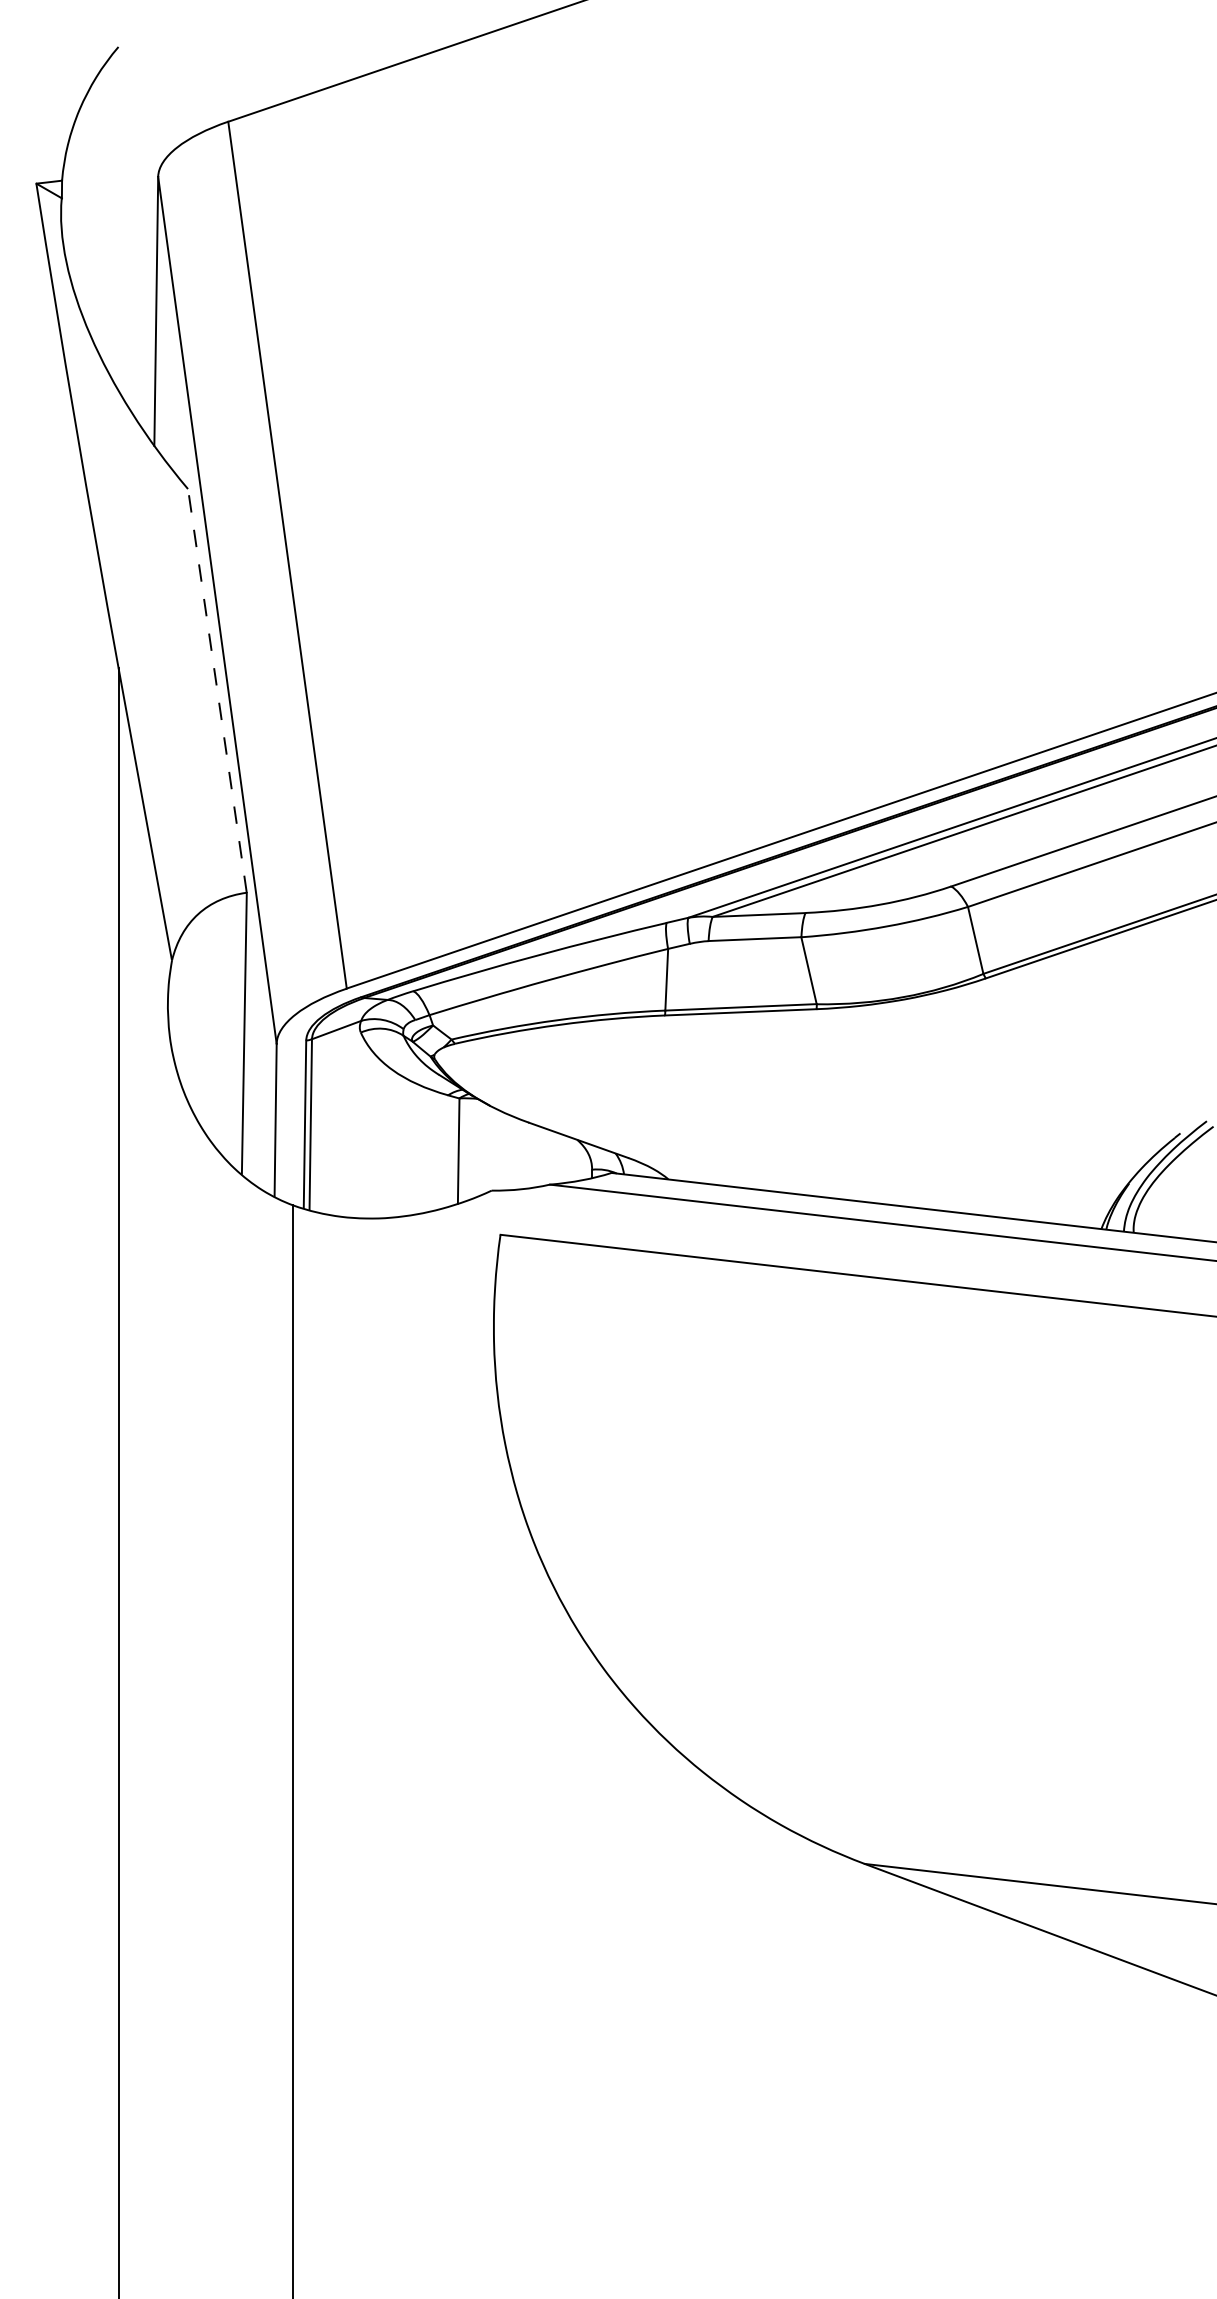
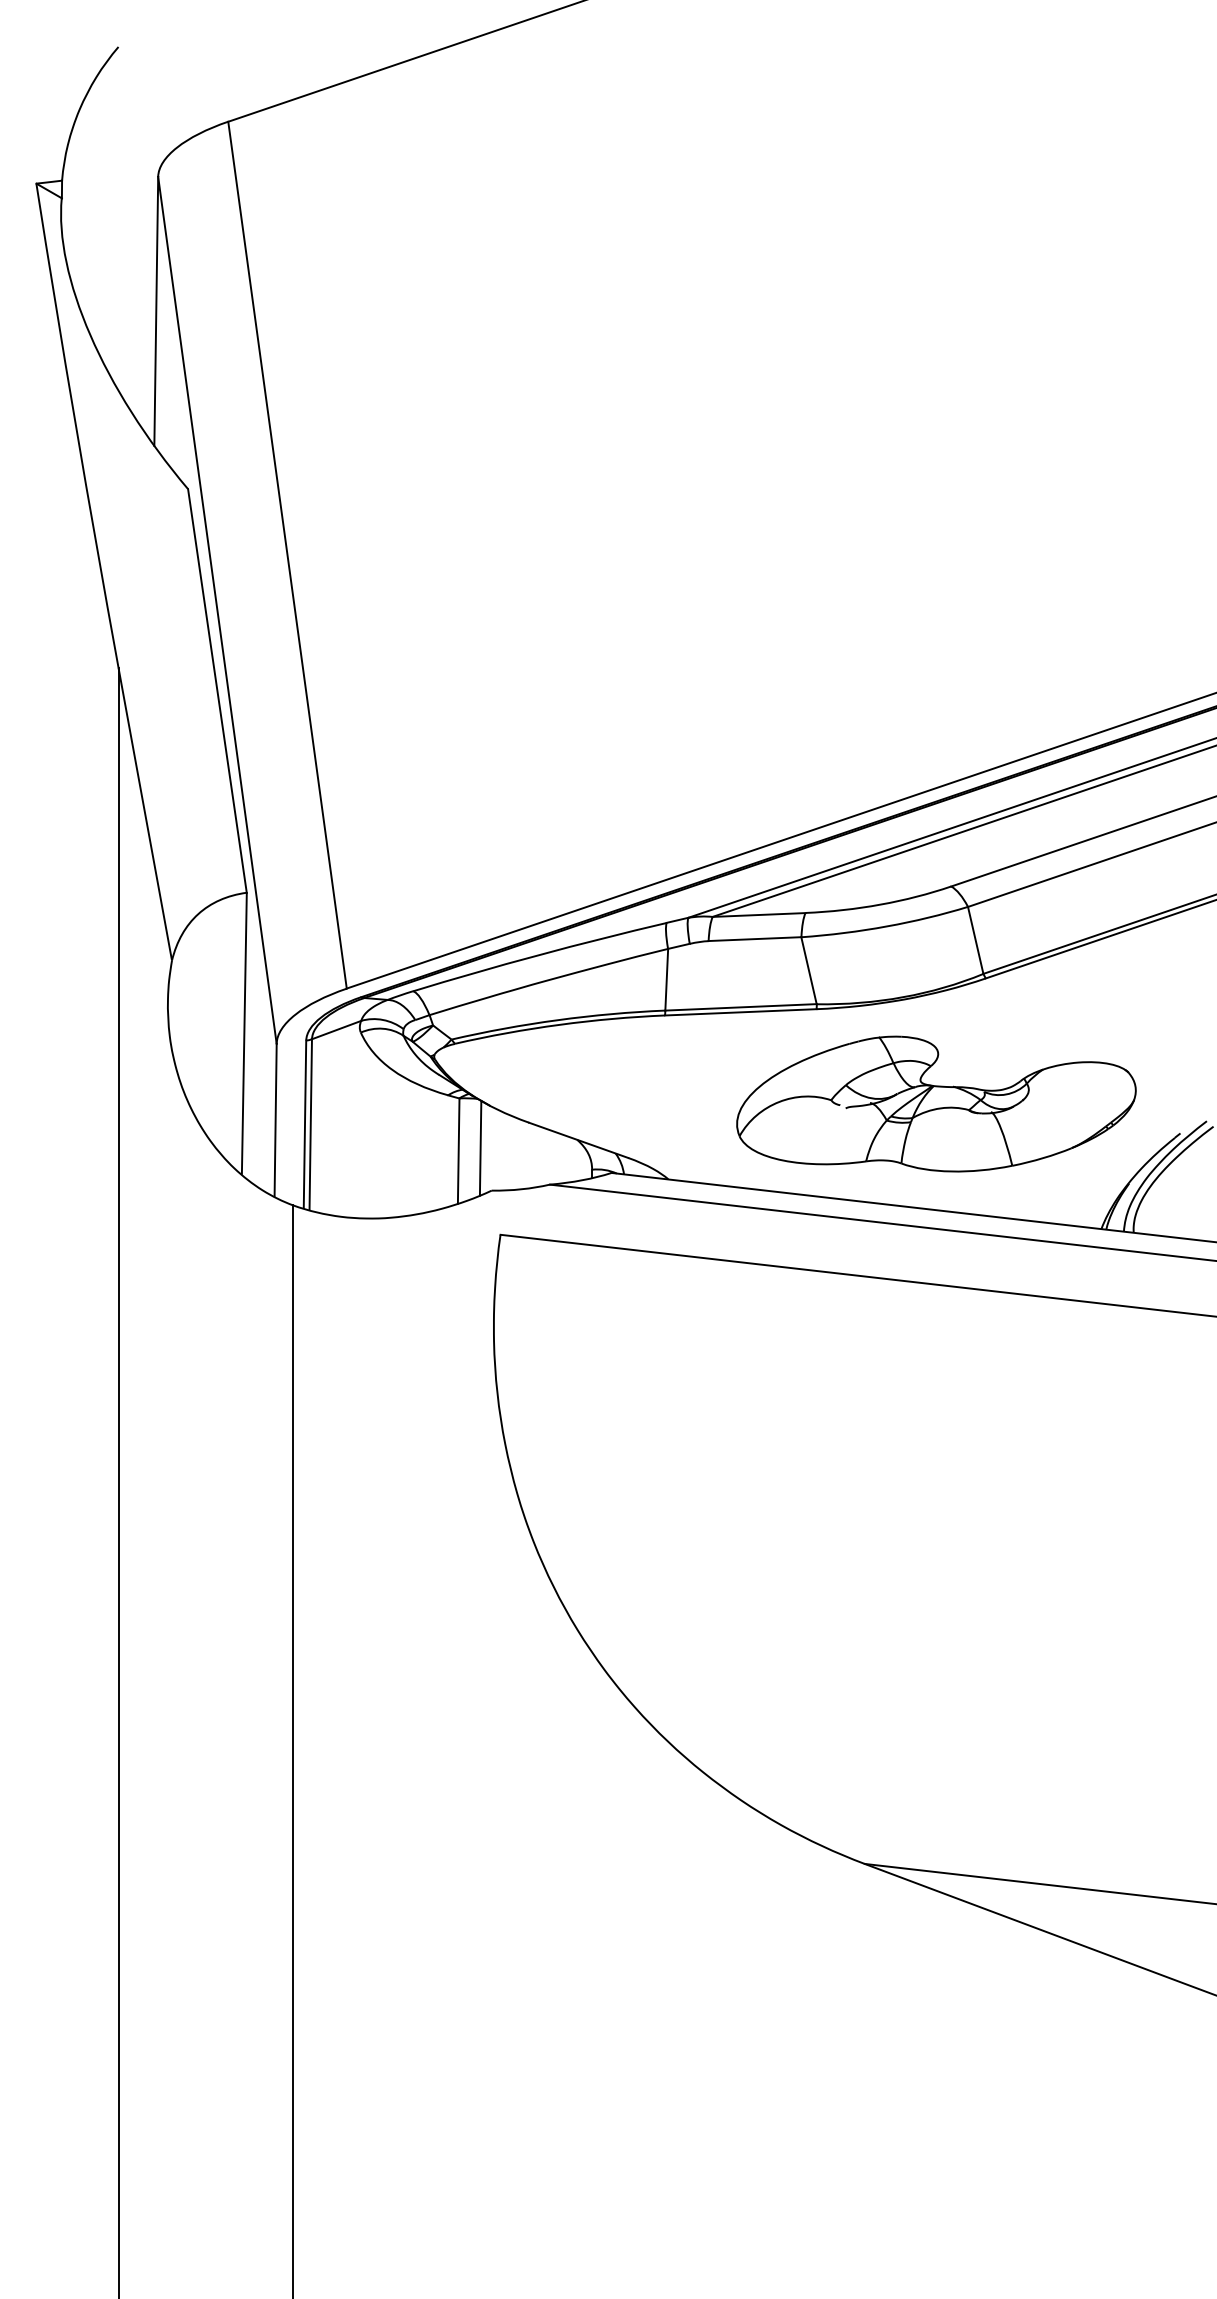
line at (217, 690): dashed -> solid
part at (936, 1103): none -> present
line at (480, 1147): none -> present
